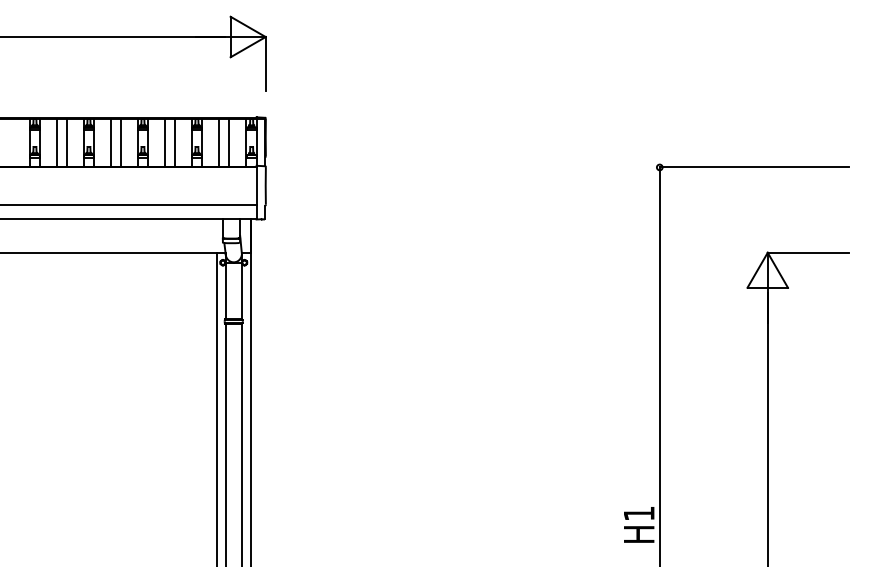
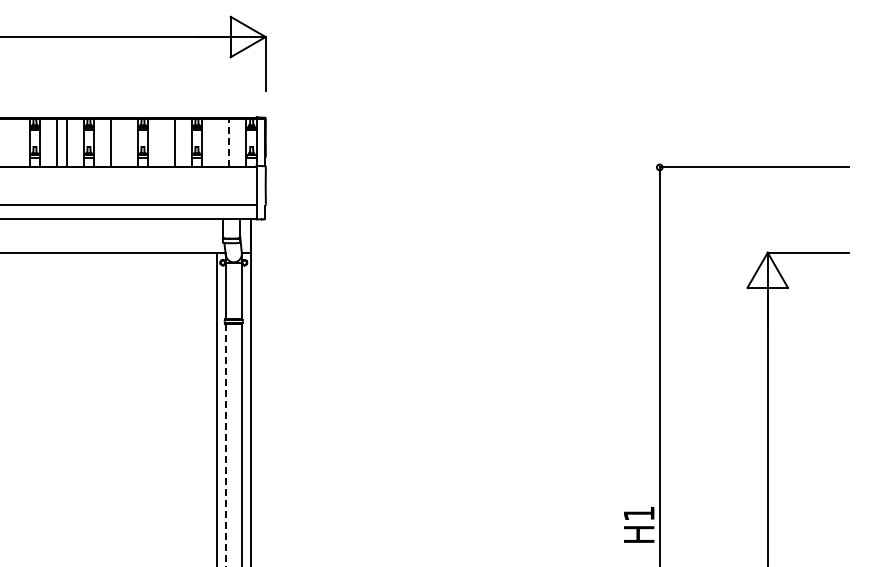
line at (120, 142): present -> none
line at (165, 142): present -> none
line at (219, 142): present -> none
line at (228, 143): solid -> dashed
line at (225, 445): solid -> dashed
